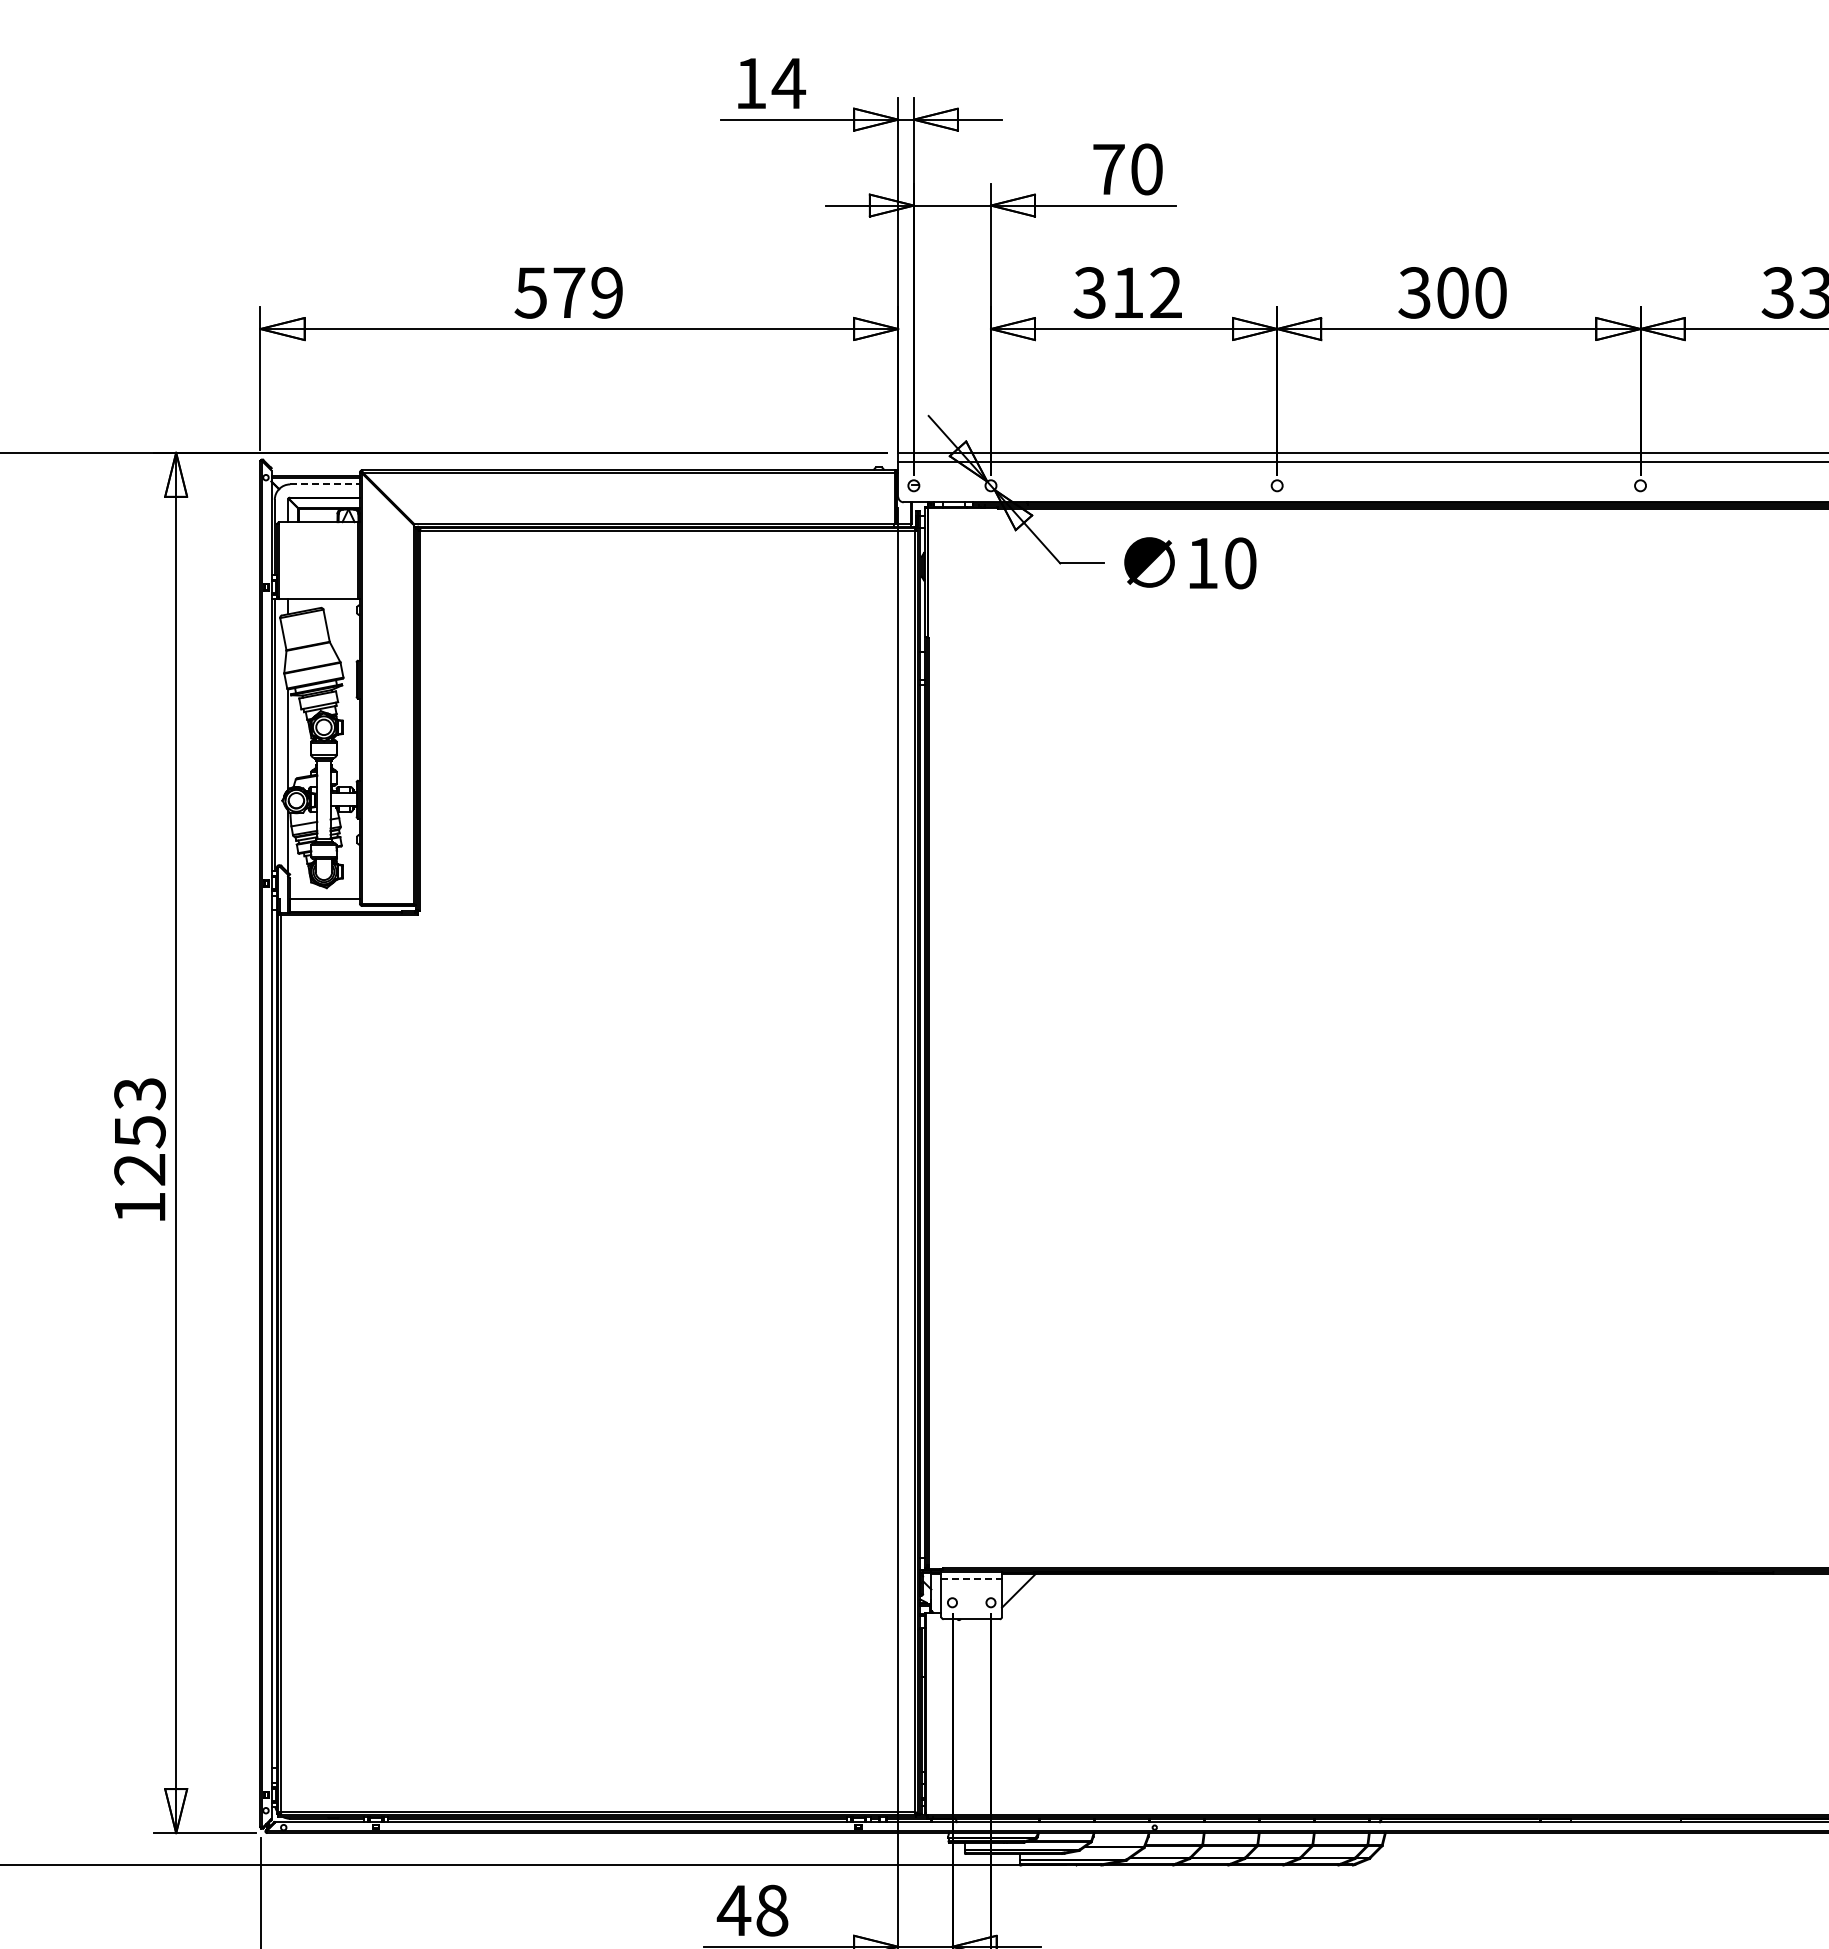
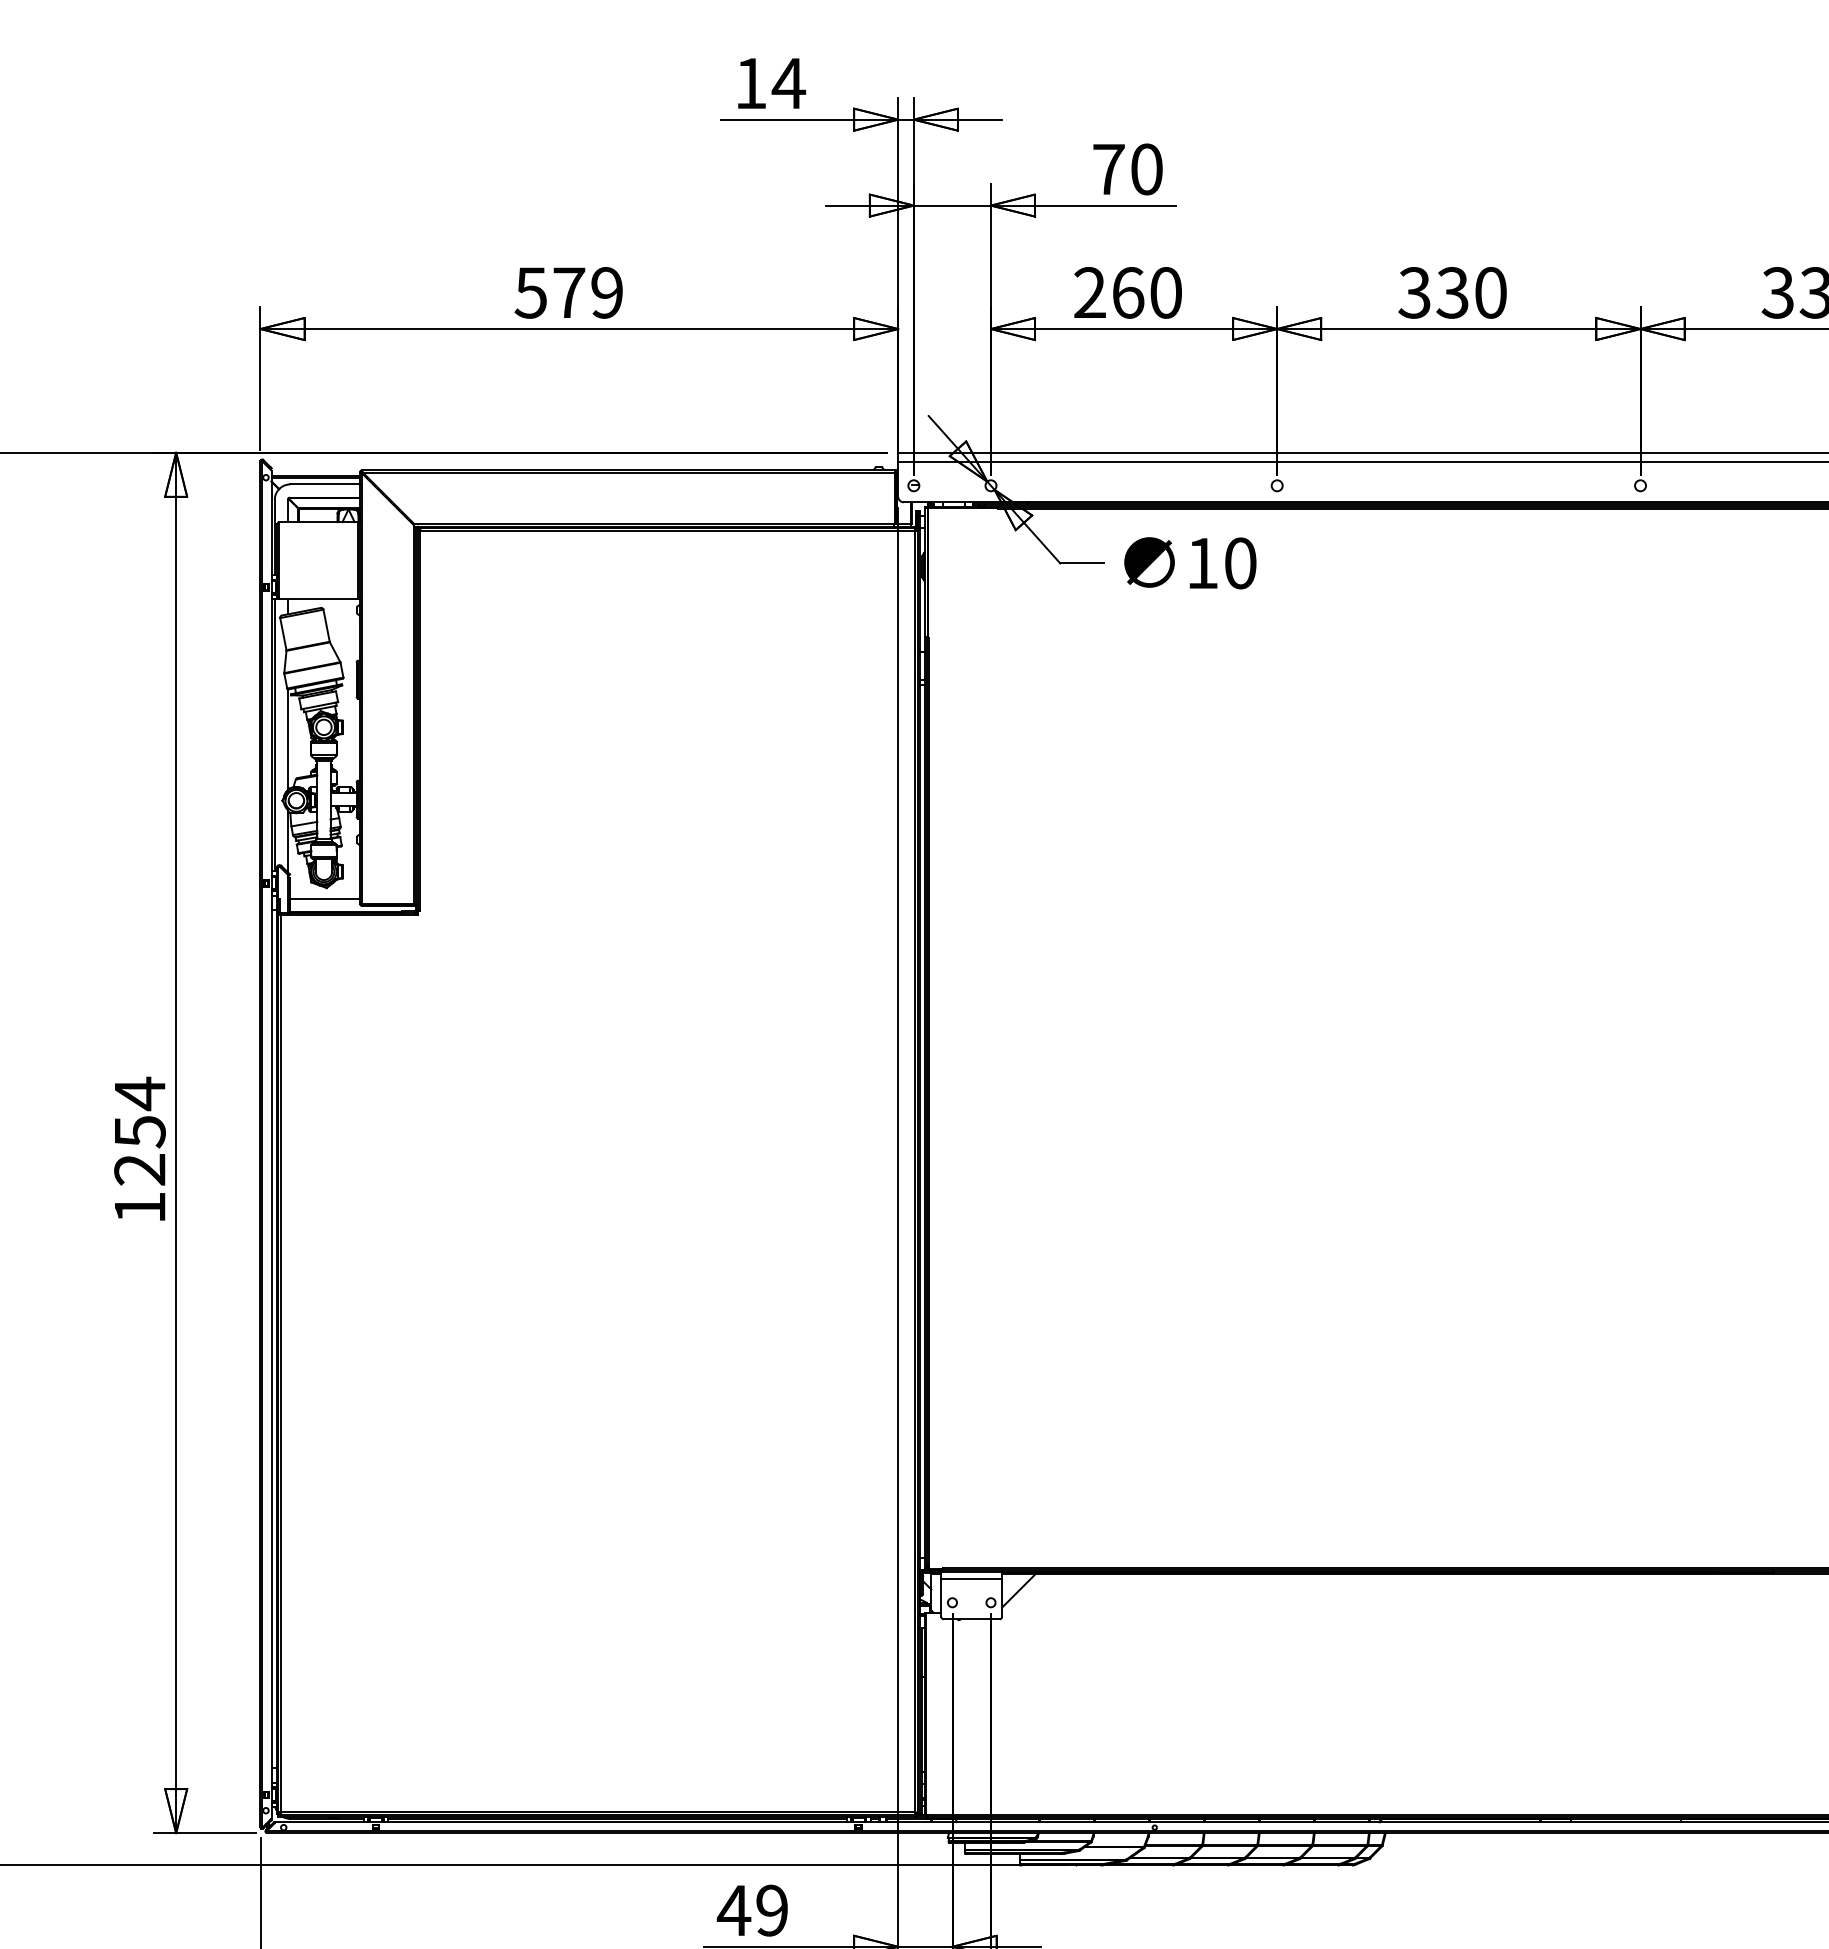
text at (1127, 292): 312 -> 260
text at (1452, 292): 300 -> 330
line at (325, 484): dashed -> solid
text at (139, 1093): 1253 -> 1254
line at (972, 1578): dashed -> solid
text at (772, 1910): 48 -> 49
